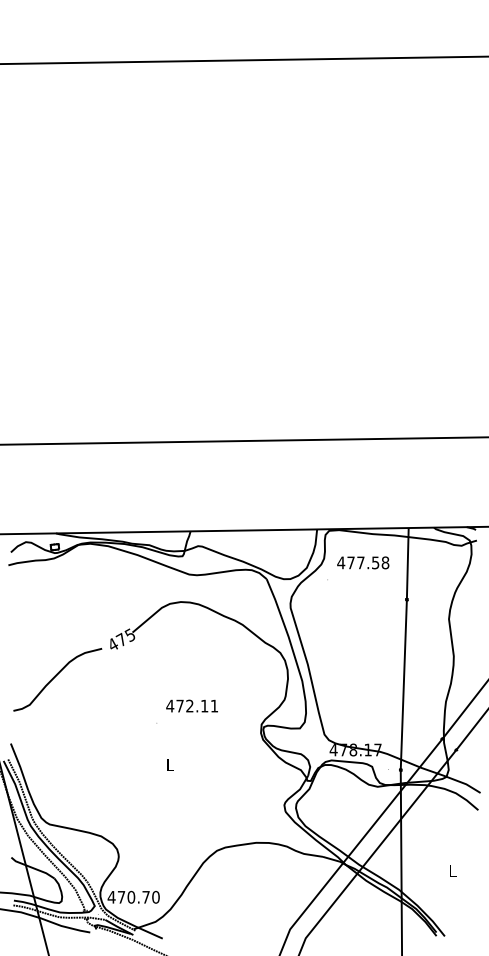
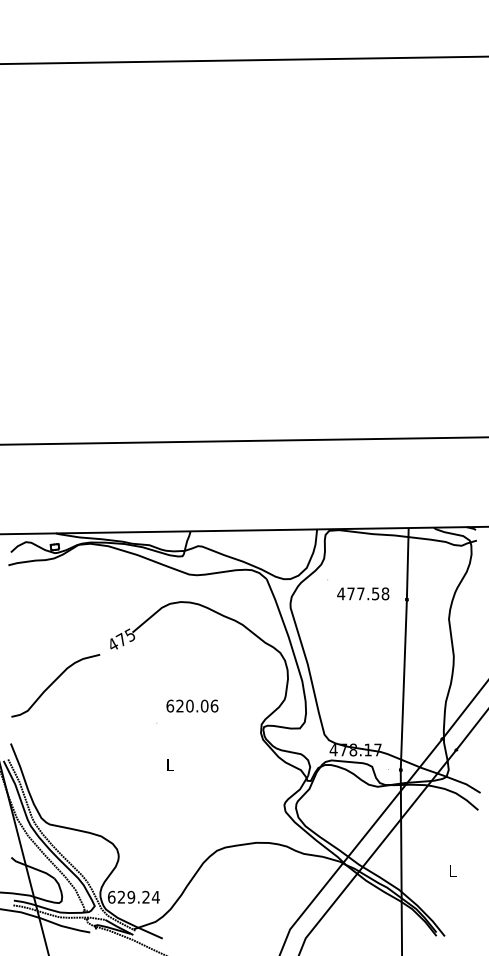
text at (363, 562) position: (363, 562) -> (363, 593)
curve at (55, 677) position: (55, 677) -> (53, 683)
text at (192, 705): 472.11 -> 620.06
text at (133, 896): 470.70 -> 629.24
